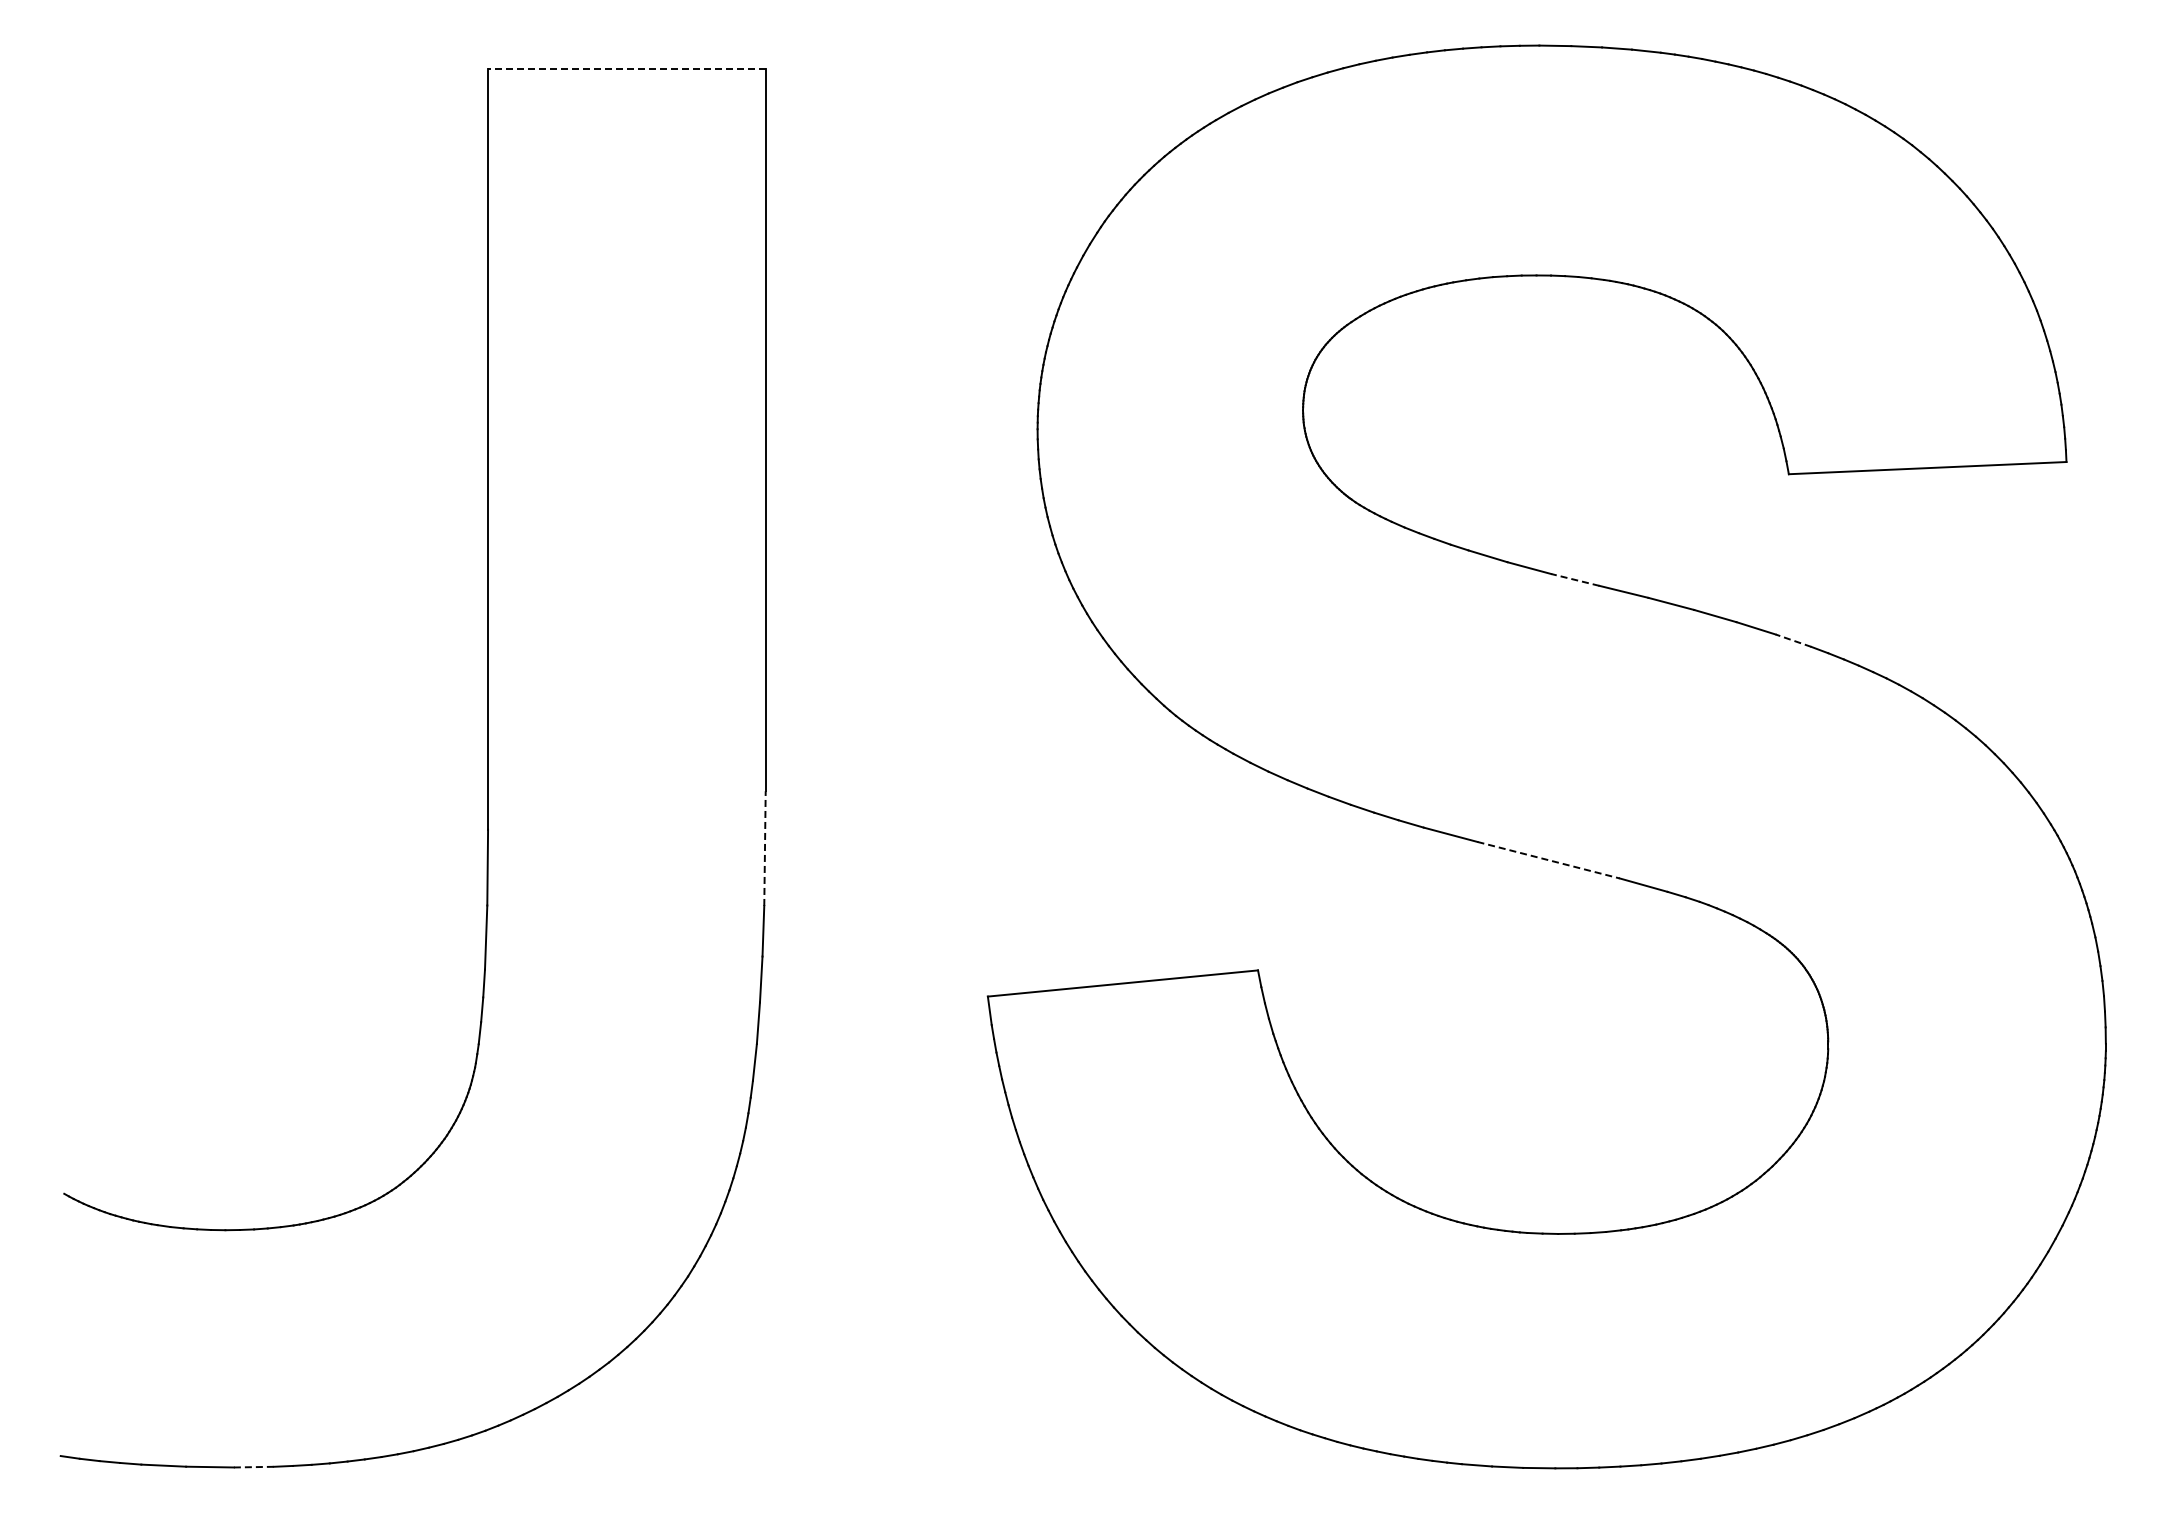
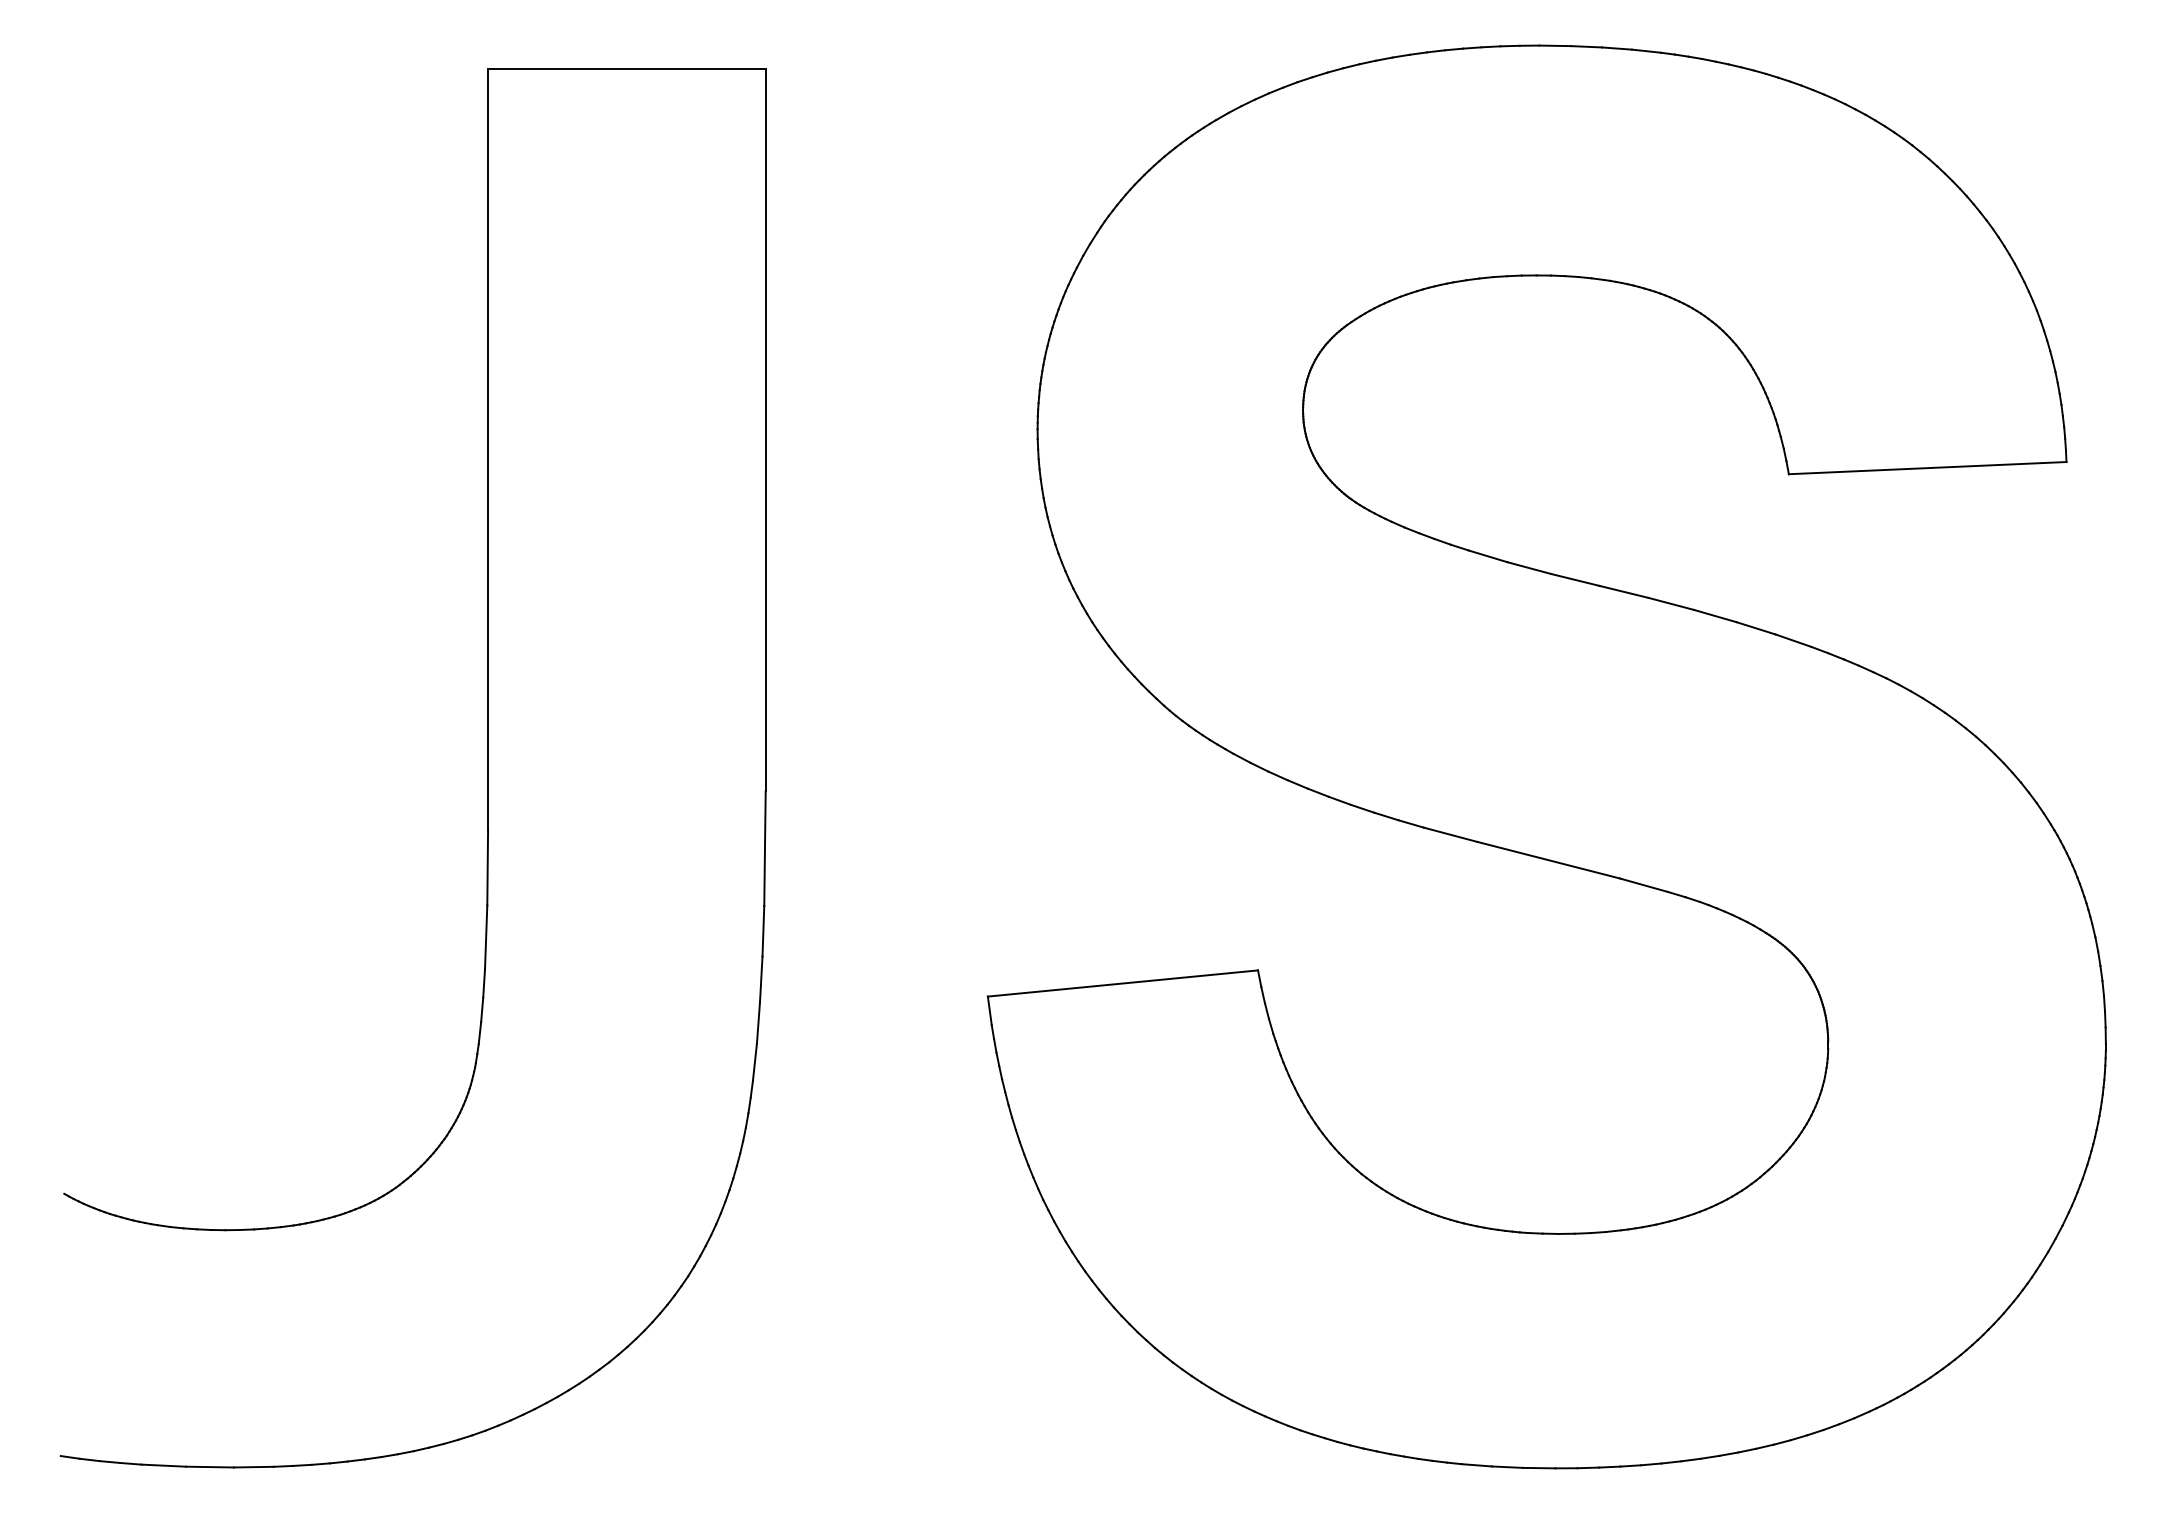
line at (626, 69): dashed -> solid
line at (1575, 579): dashed -> solid
line at (1793, 640): dashed -> solid
line at (764, 848): dashed -> solid
line at (1549, 860): dashed -> solid
line at (253, 1467): dashed -> solid
